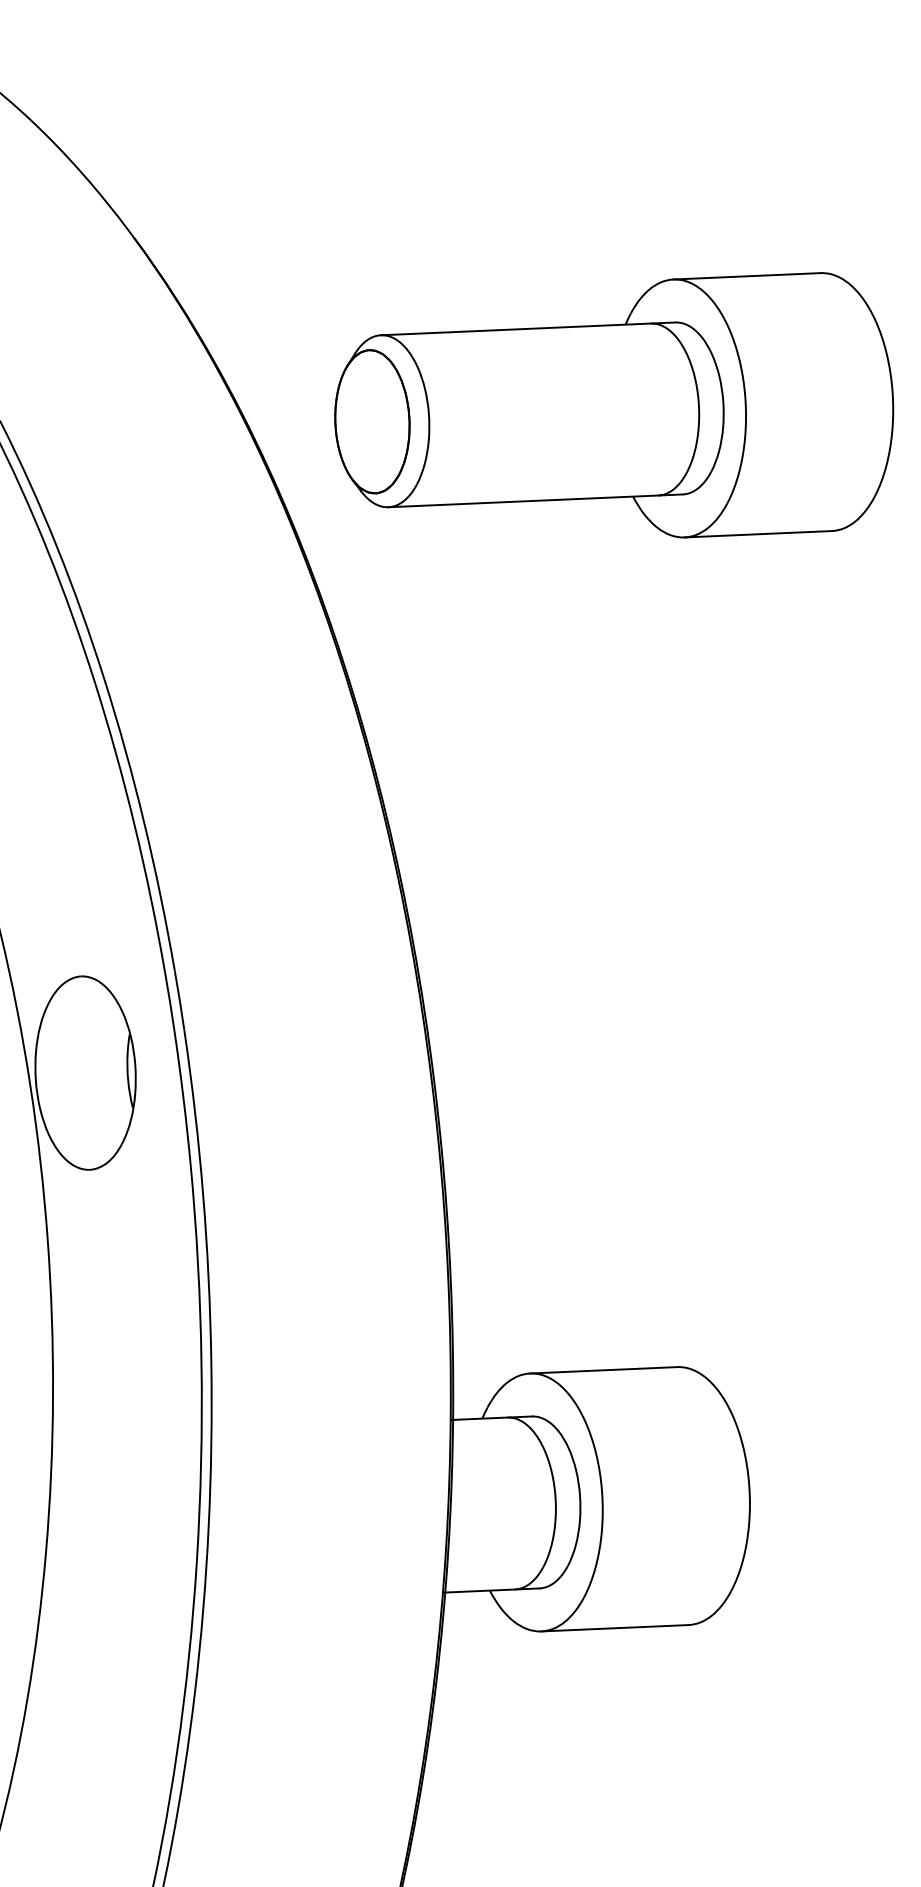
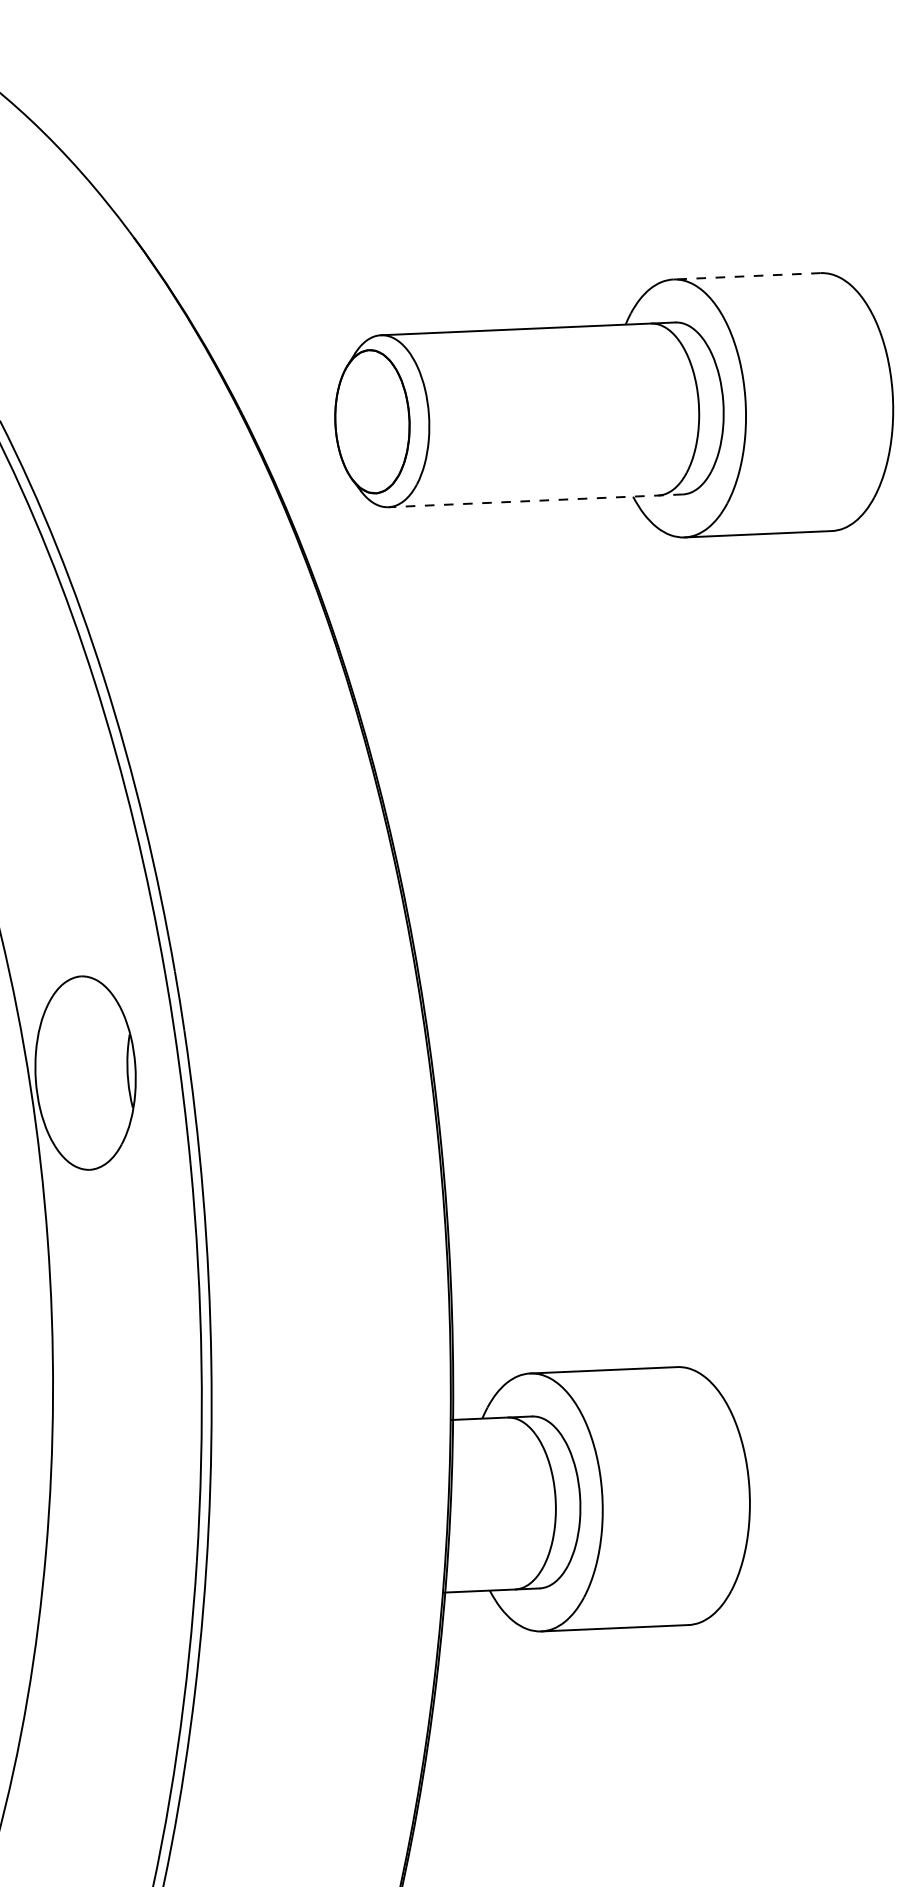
line at (747, 276): solid -> dashed
line at (535, 500): solid -> dashed
